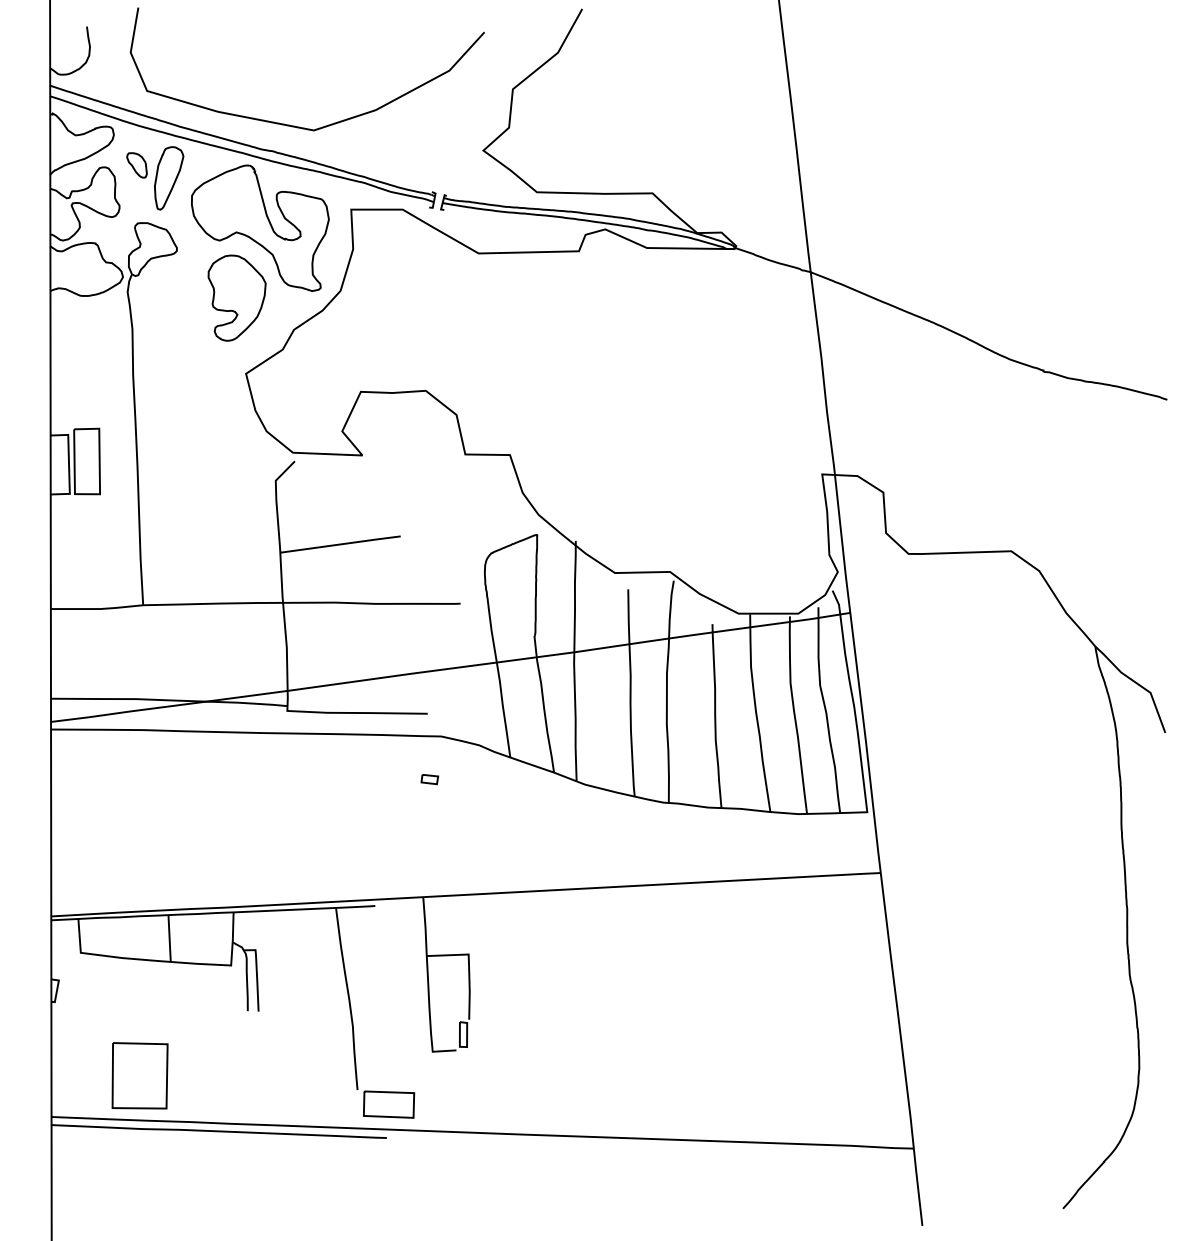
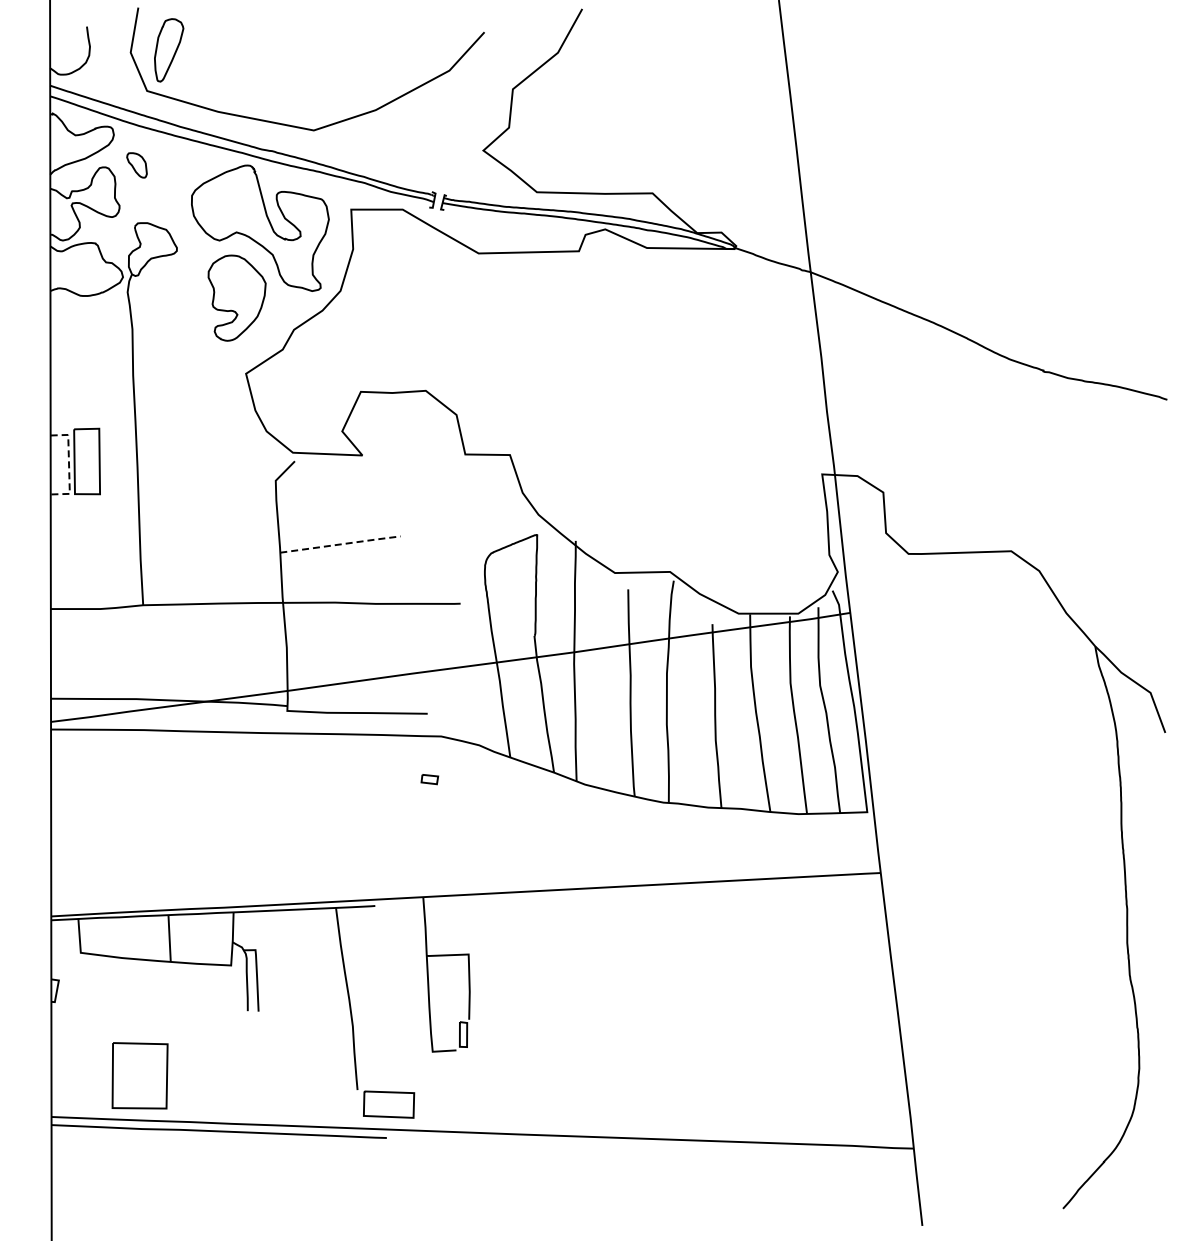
part at (169, 178) position: (169, 178) -> (169, 50)
line at (69, 465): solid -> dashed
line at (341, 544): solid -> dashed
